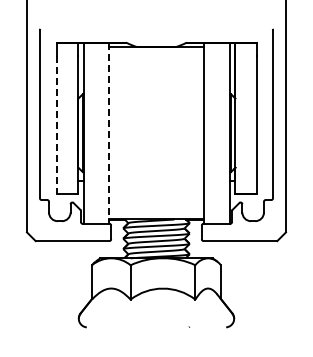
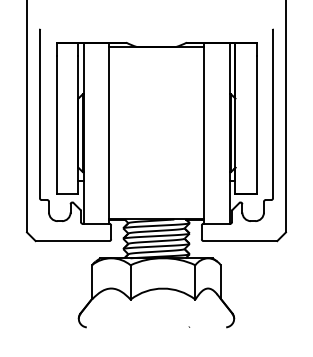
line at (56, 124): dashed -> solid
line at (109, 133): dashed -> solid
